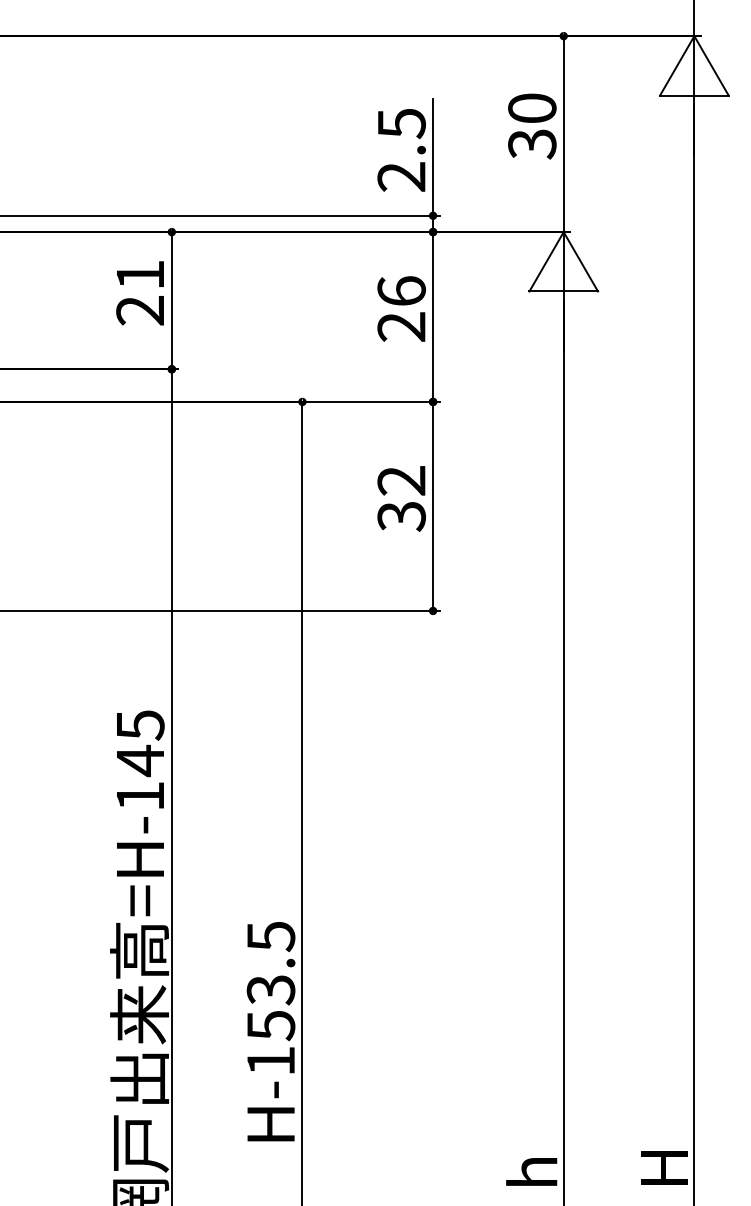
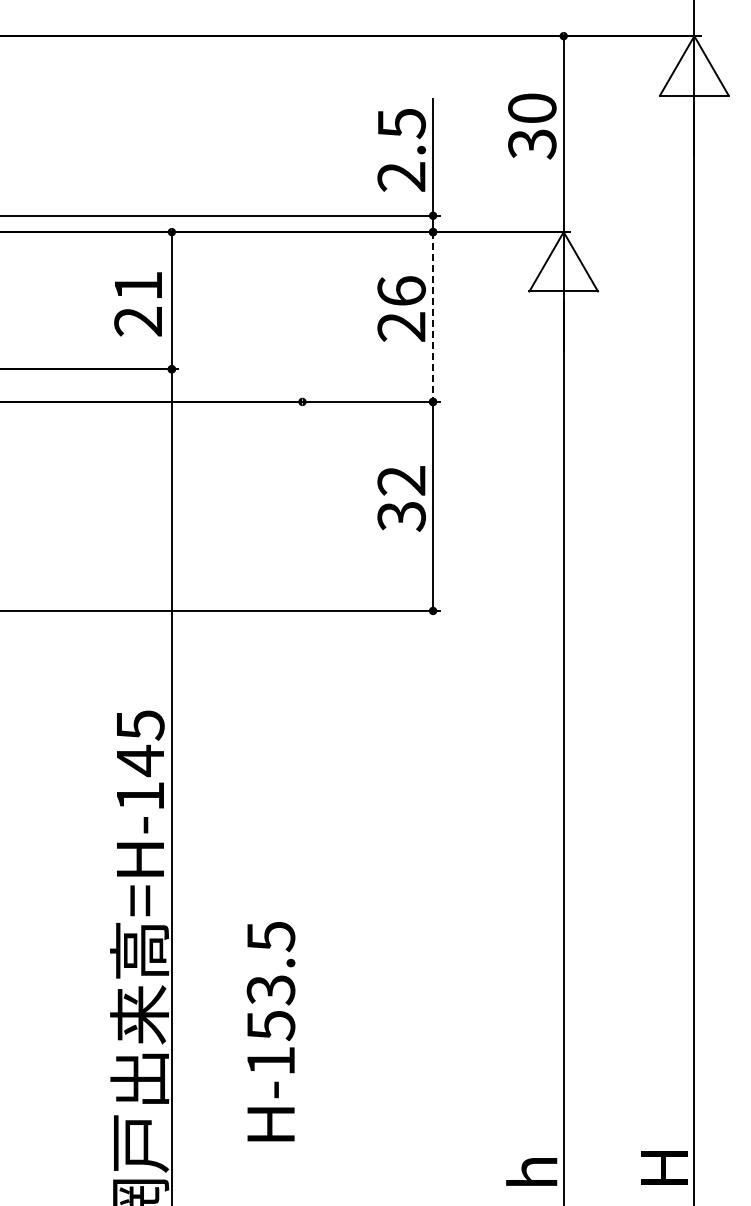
text at (139, 293) position: (139, 293) -> (137, 304)
line at (433, 317): solid -> dashed
line at (302, 801): present -> none
